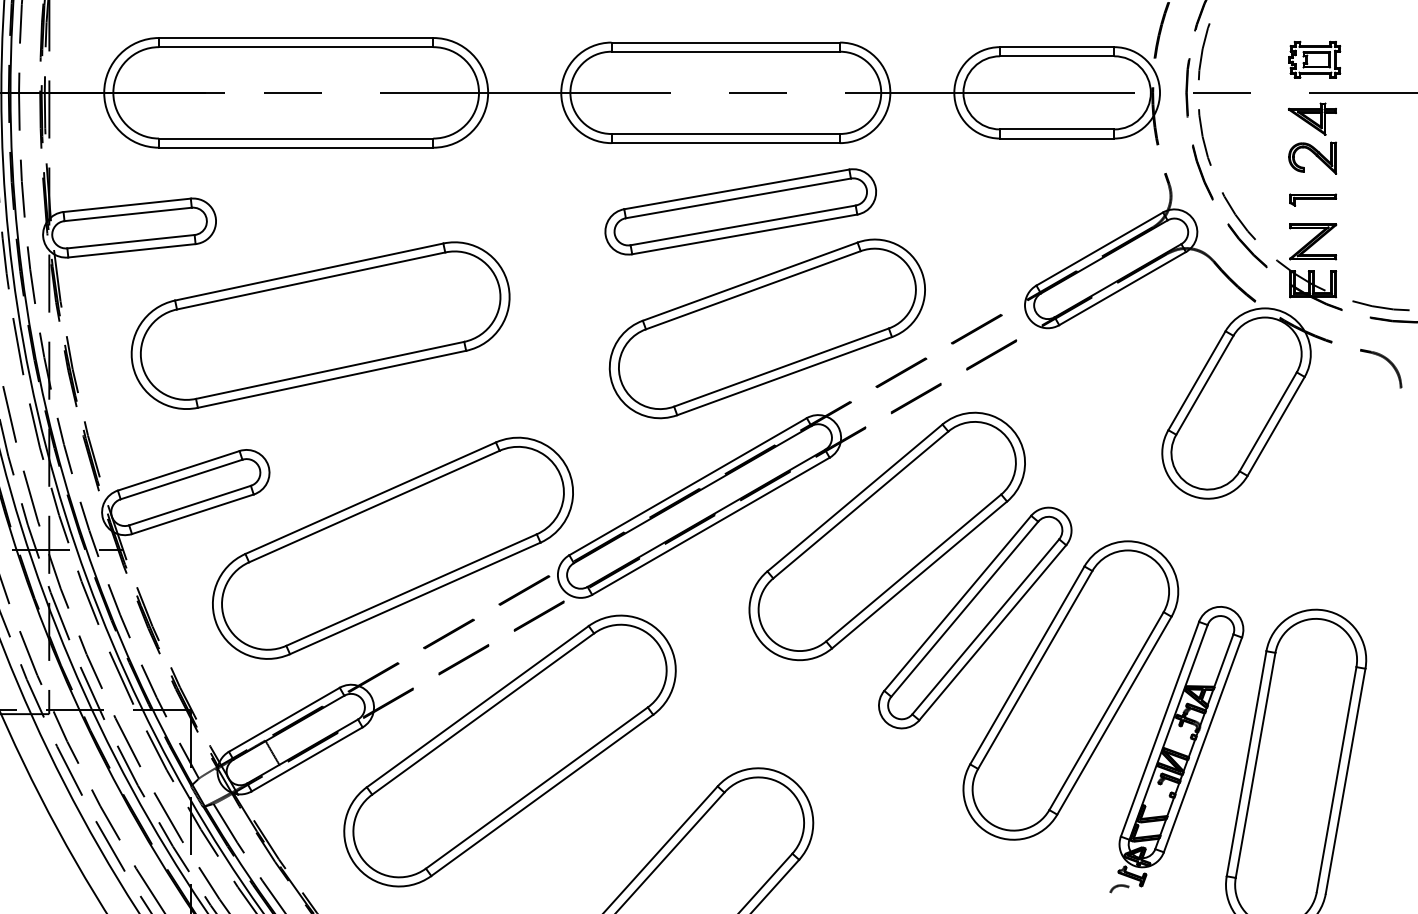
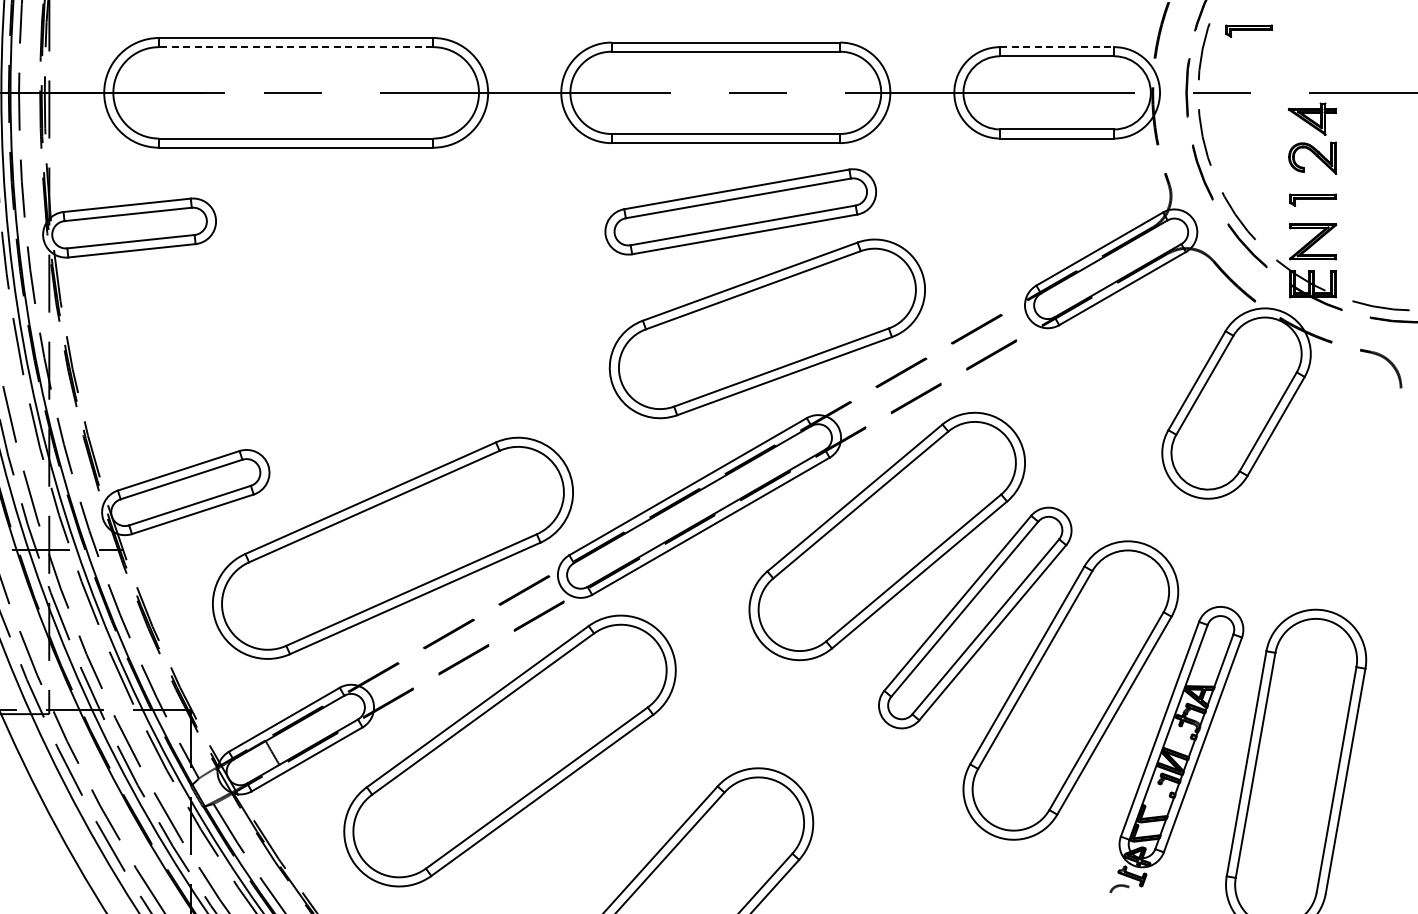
part at (1248, 30): none -> present
line at (295, 47): solid -> dashed
line at (1057, 47): solid -> dashed
part at (1314, 59): present -> none
part at (320, 325): present -> none
